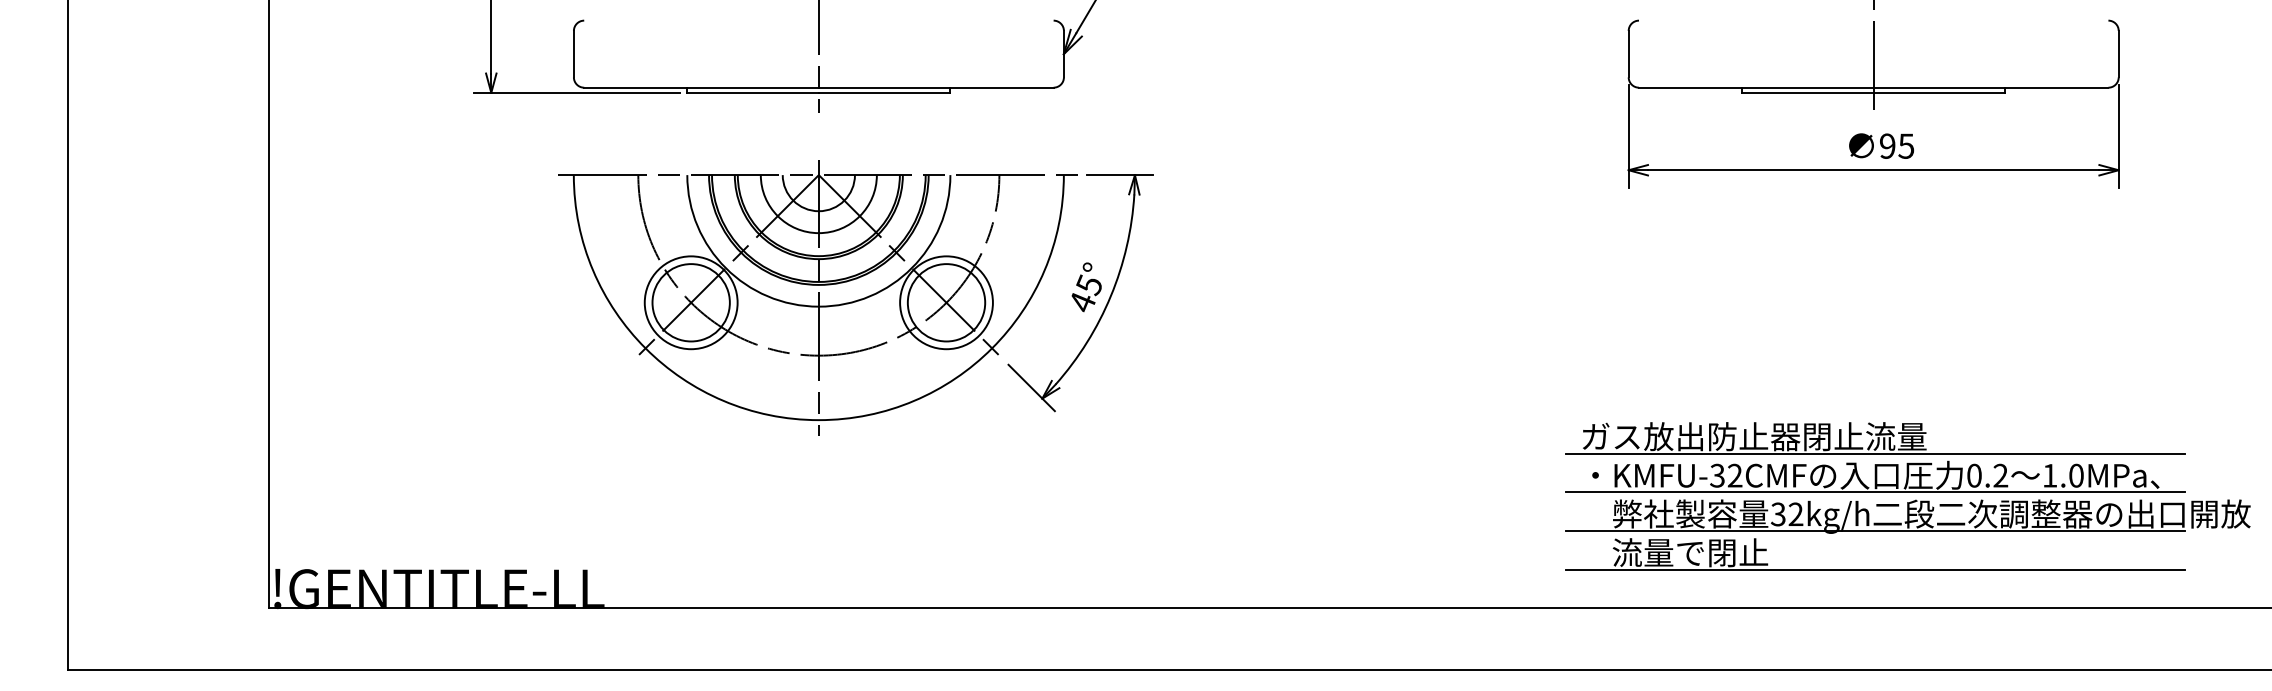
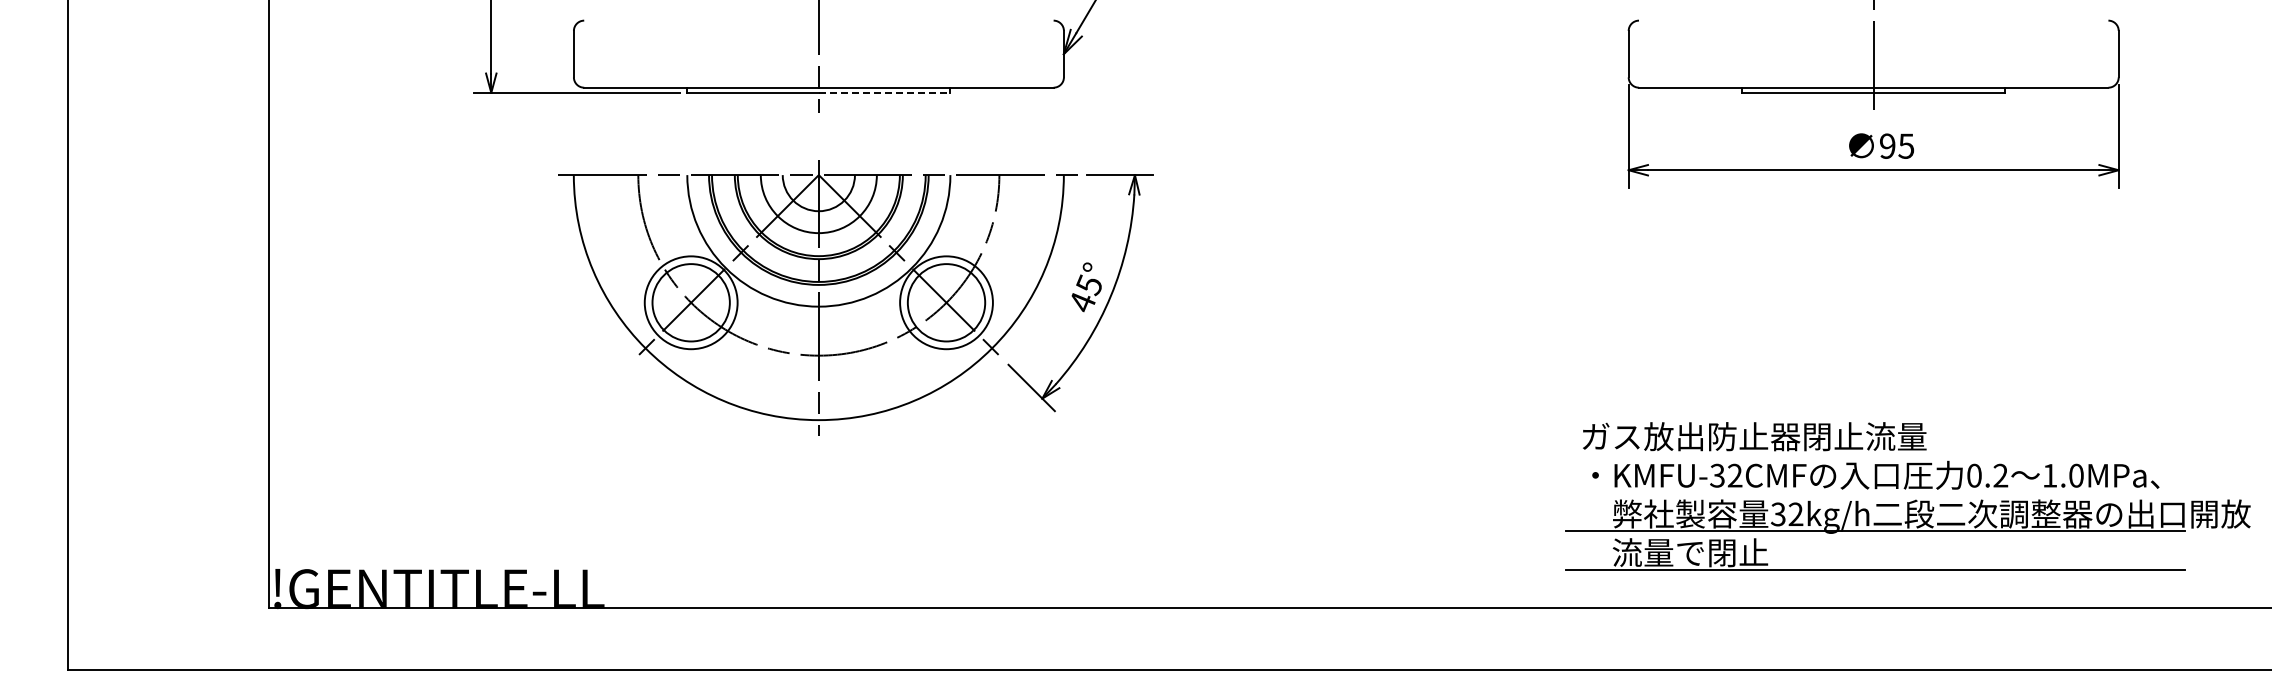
line at (884, 92): solid -> dashed
line at (1874, 453): present -> none
line at (1874, 492): present -> none
